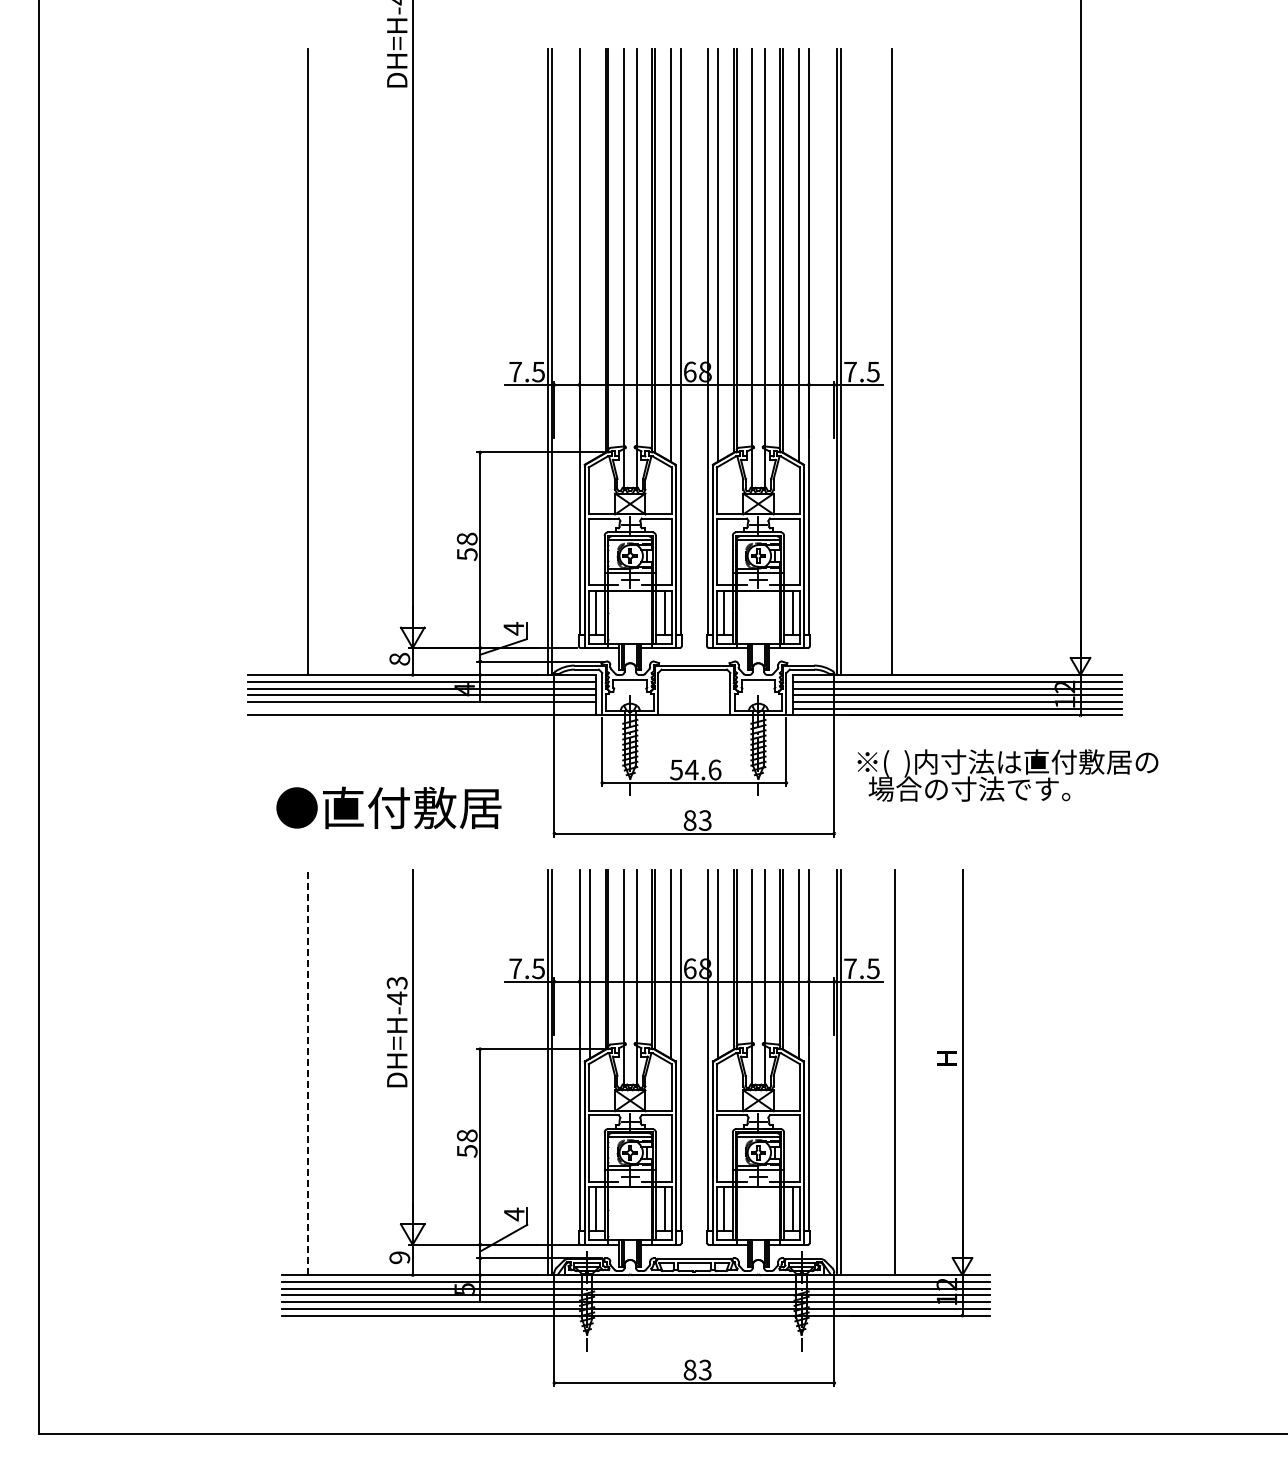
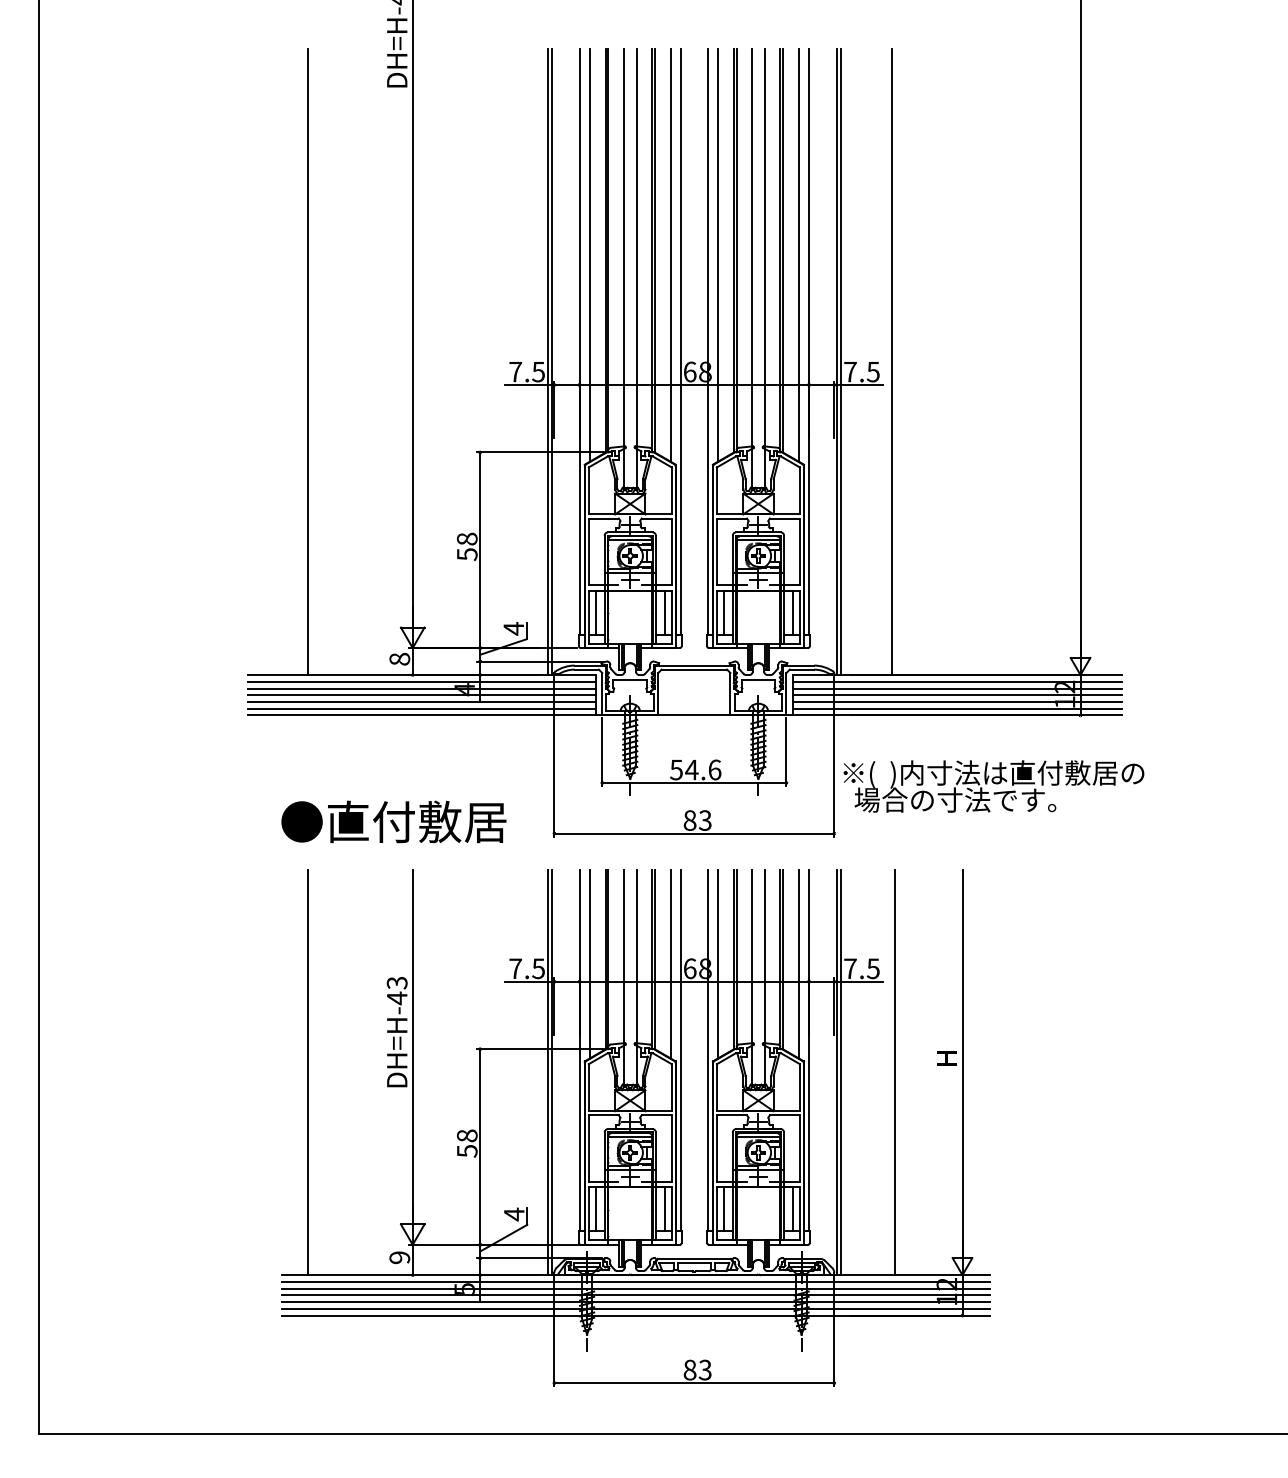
line at (589, 255): none -> present
line at (421, 708): none -> present
text at (1007, 775) position: (1007, 775) -> (993, 786)
text at (388, 807) position: (388, 807) -> (393, 821)
line at (308, 1072): dashed -> solid
